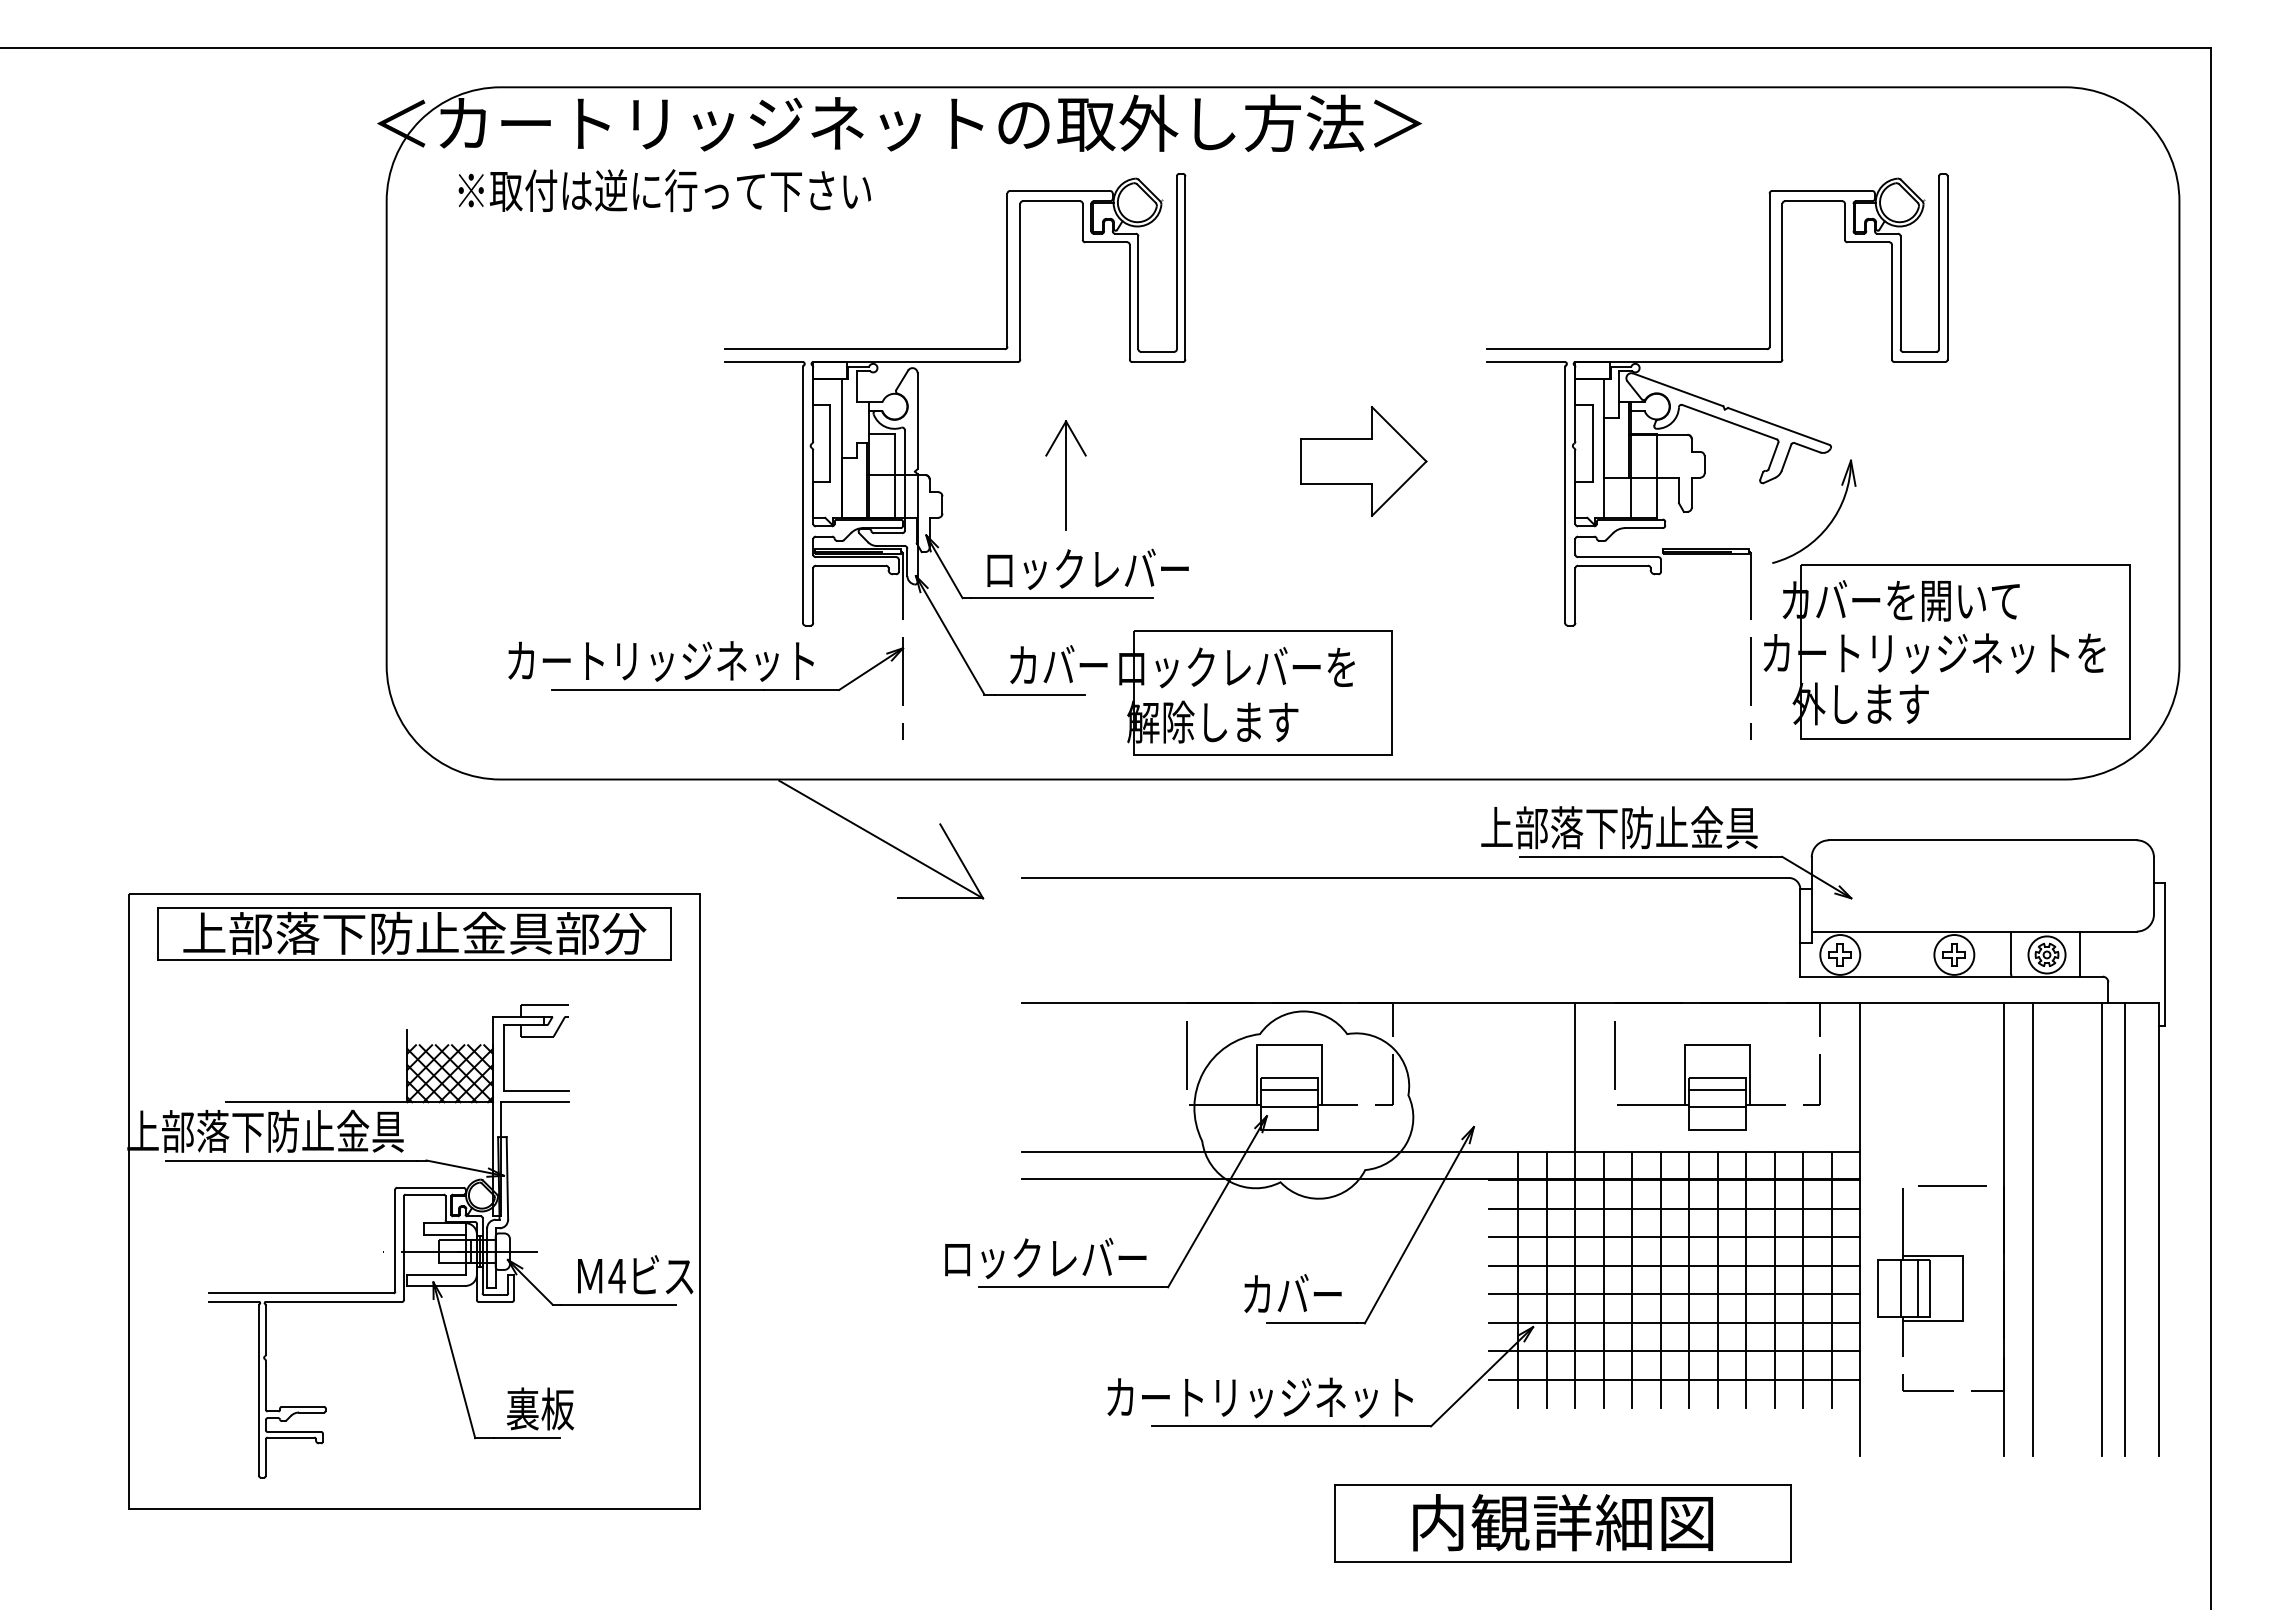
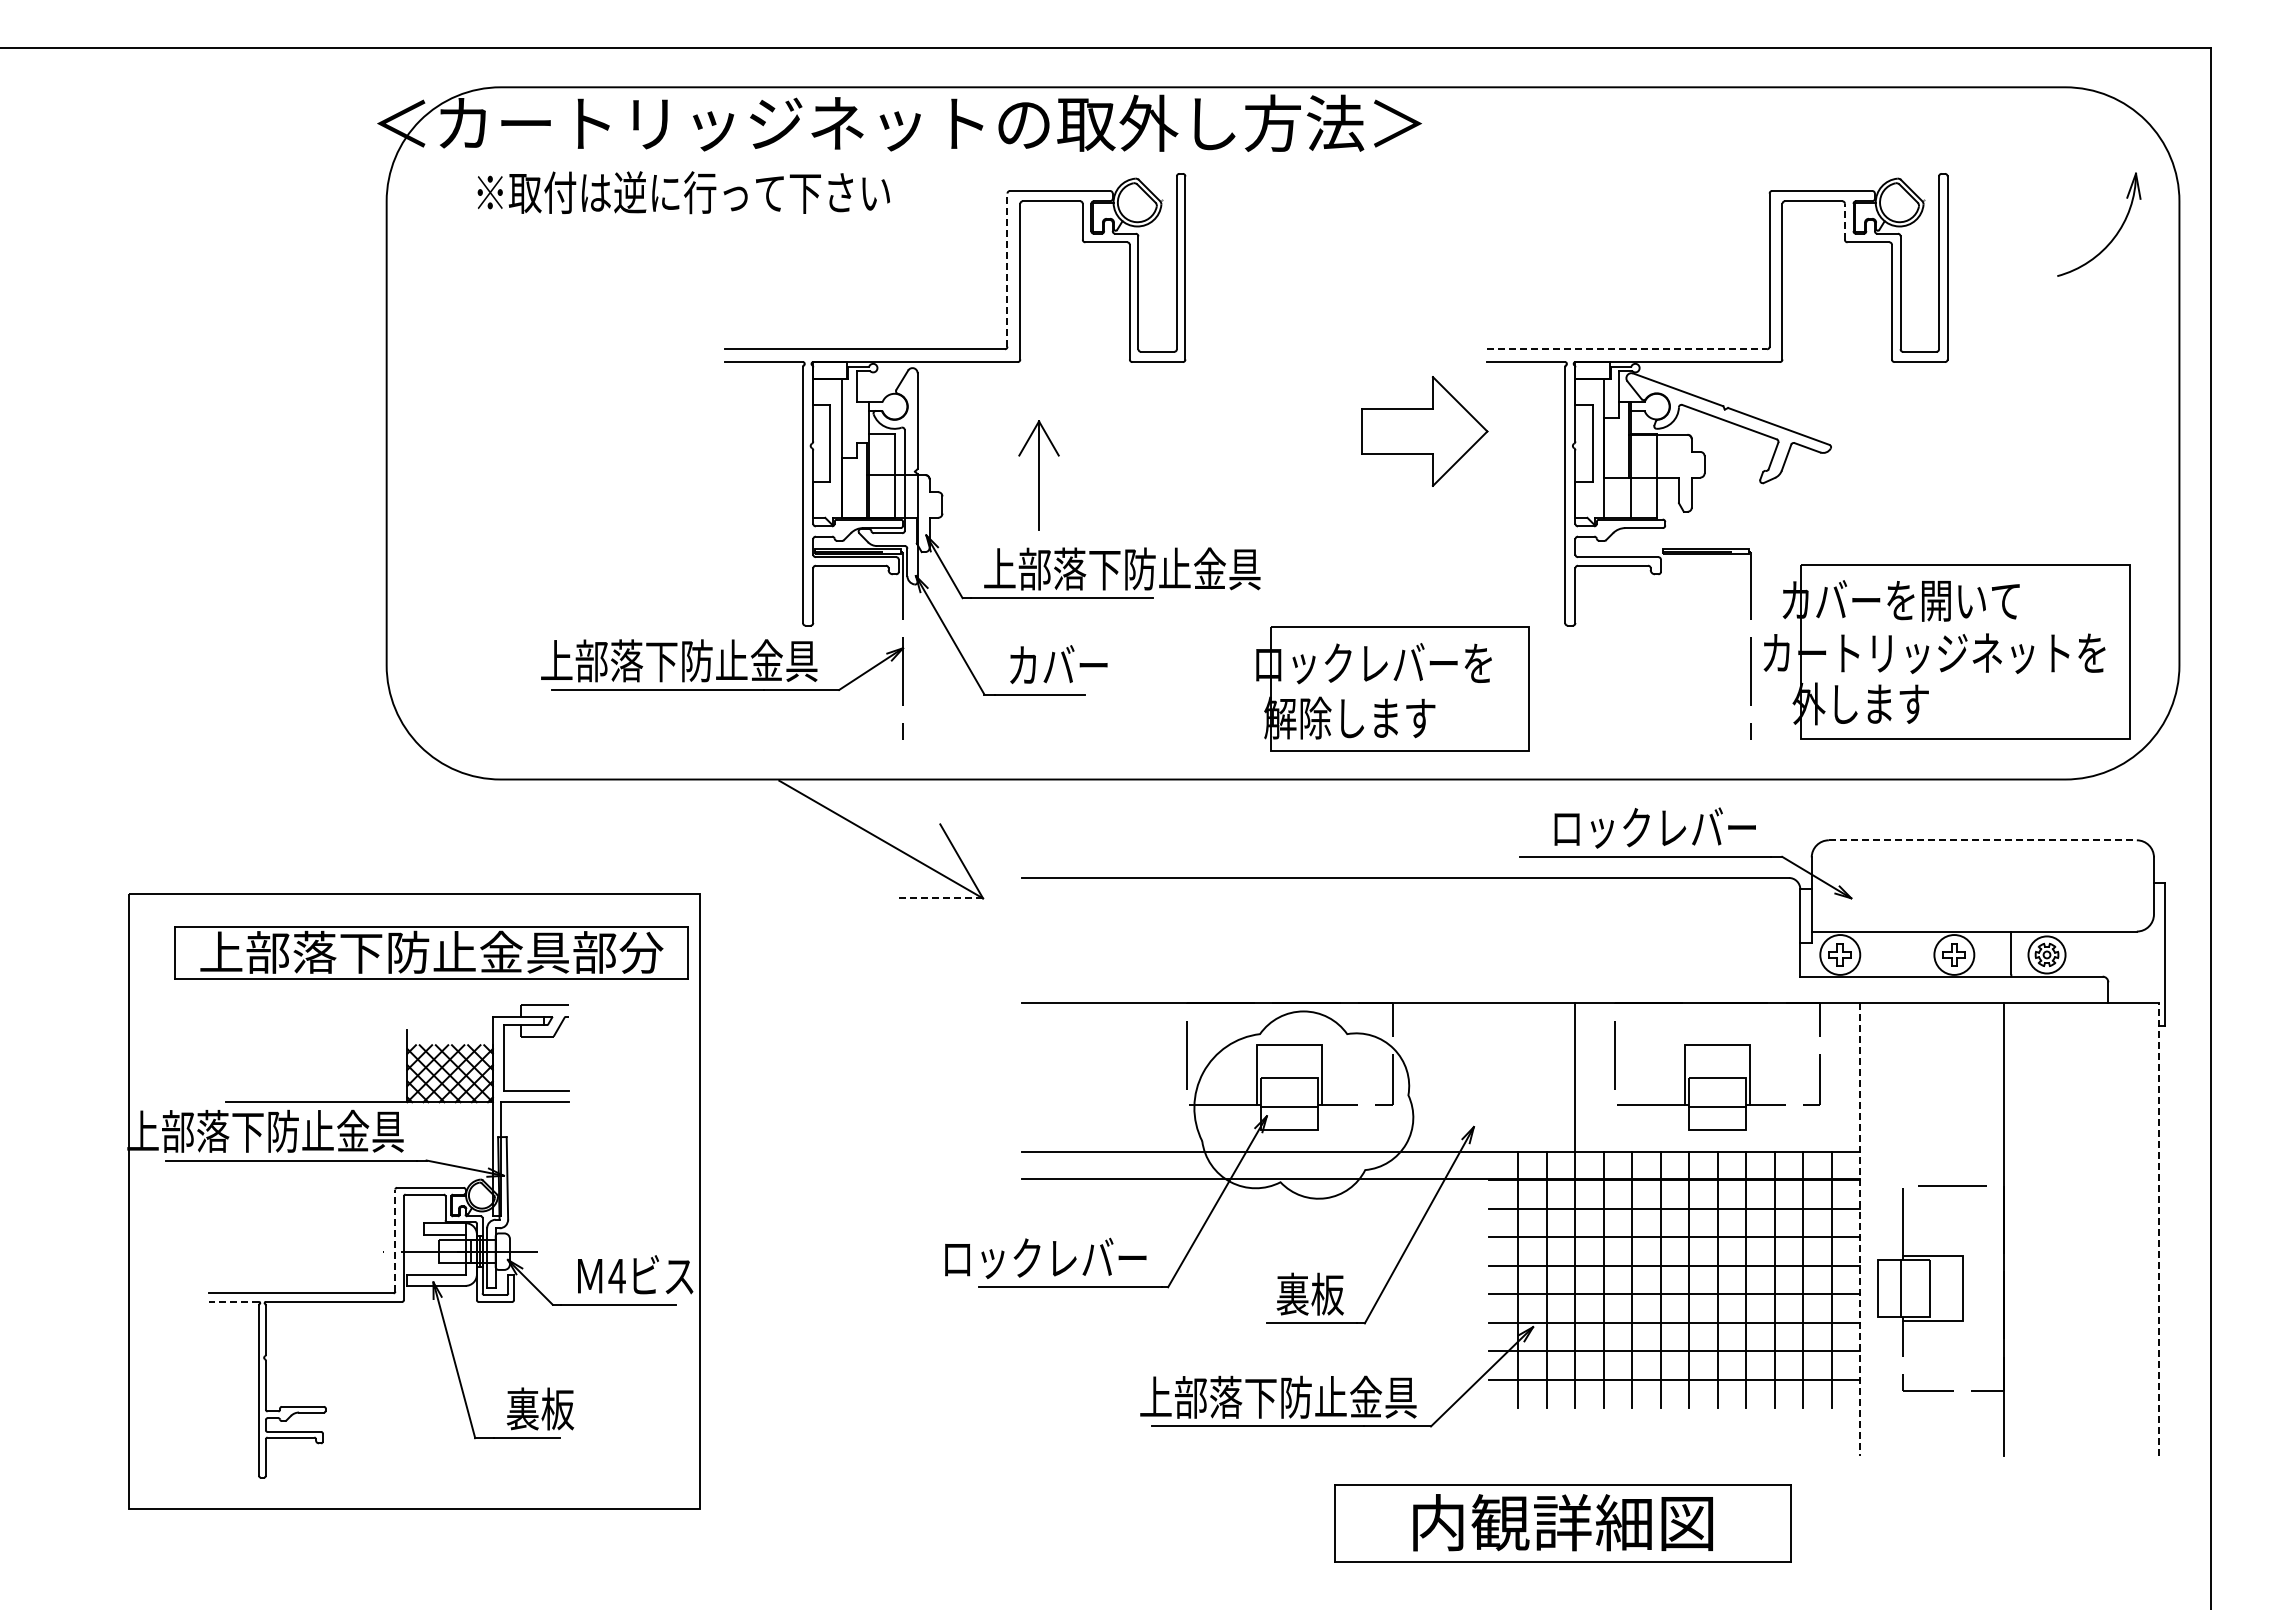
text at (664, 190) position: (664, 190) -> (683, 192)
line at (1844, 221): solid -> dashed
line at (1007, 270): solid -> dashed
line at (1627, 349): solid -> dashed
part at (1363, 461) position: (1363, 461) -> (1424, 431)
part at (1065, 475) position: (1065, 475) -> (1038, 475)
part at (1829, 522) position: (1829, 522) -> (2114, 235)
text at (1122, 568): ロックレバー -> 上部落下防止金具
text at (662, 660): カートリッジネット -> 上部落下防止金具
part at (1255, 692) position: (1255, 692) -> (1392, 688)
text at (1619, 827): 上部落下防止金具 -> ロックレバー
line at (1983, 840): solid -> dashed
line at (940, 898): solid -> dashed
part at (414, 933) position: (414, 933) -> (431, 952)
line at (2079, 953): present -> none
line at (1289, 1089): present -> none
line at (1717, 1089): present -> none
line at (2033, 1229): present -> none
line at (2101, 1229): present -> none
line at (2125, 1229): present -> none
line at (2158, 1229): solid -> dashed
line at (1860, 1230): solid -> dashed
line at (395, 1240): solid -> dashed
line at (1918, 1288): present -> none
text at (1293, 1293): カバー -> 裏板
line at (233, 1301): solid -> dashed
text at (1261, 1396): カートリッジネット -> 上部落下防止金具
